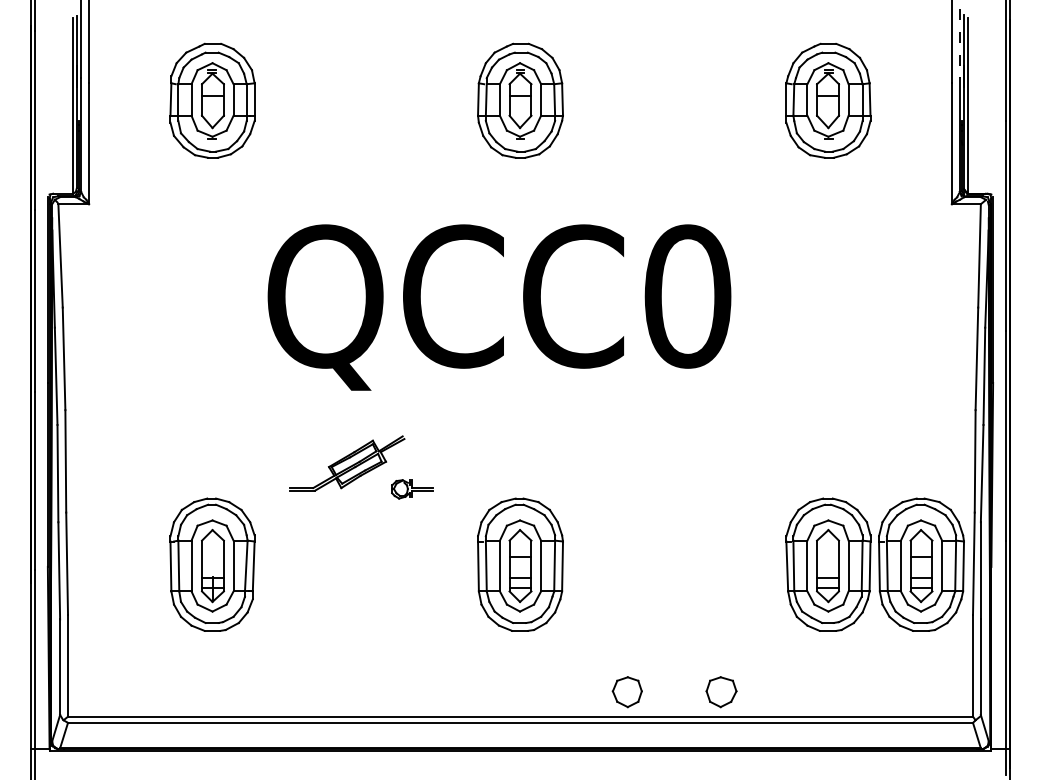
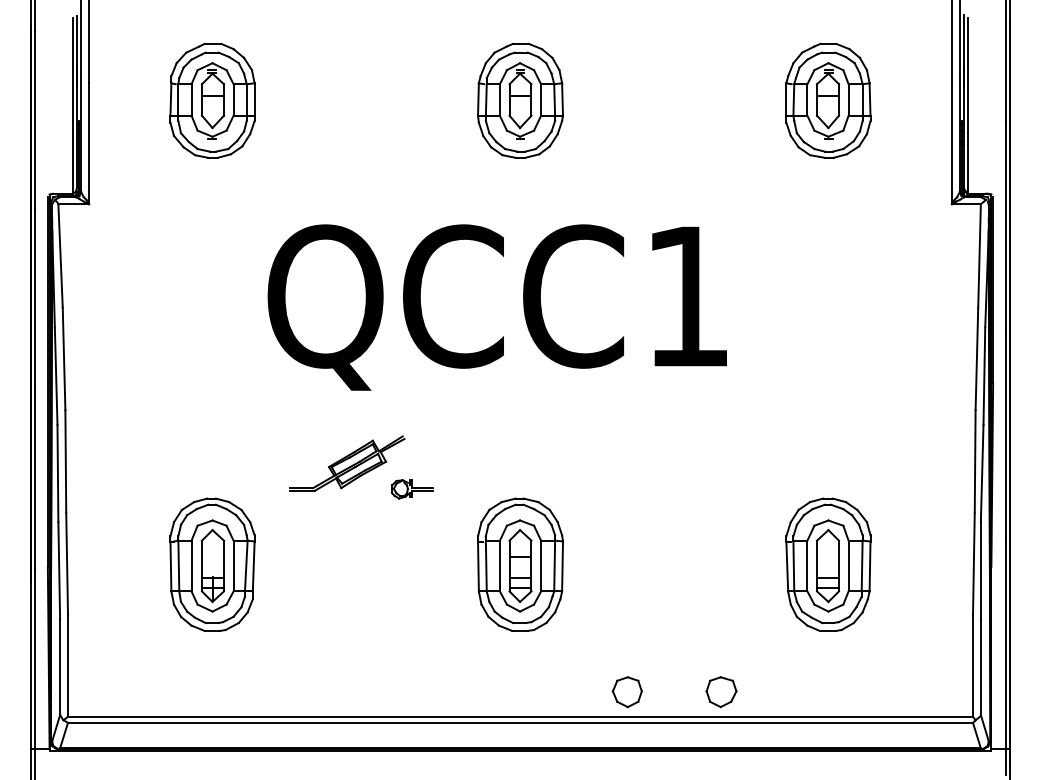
line at (959, 39): dashed -> solid
text at (687, 296): QCC0 -> QCC1
part at (921, 564): present -> none
